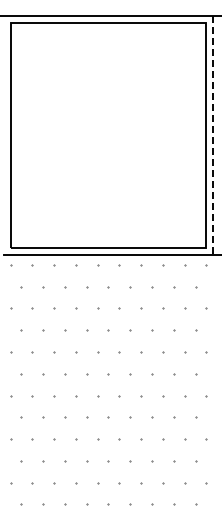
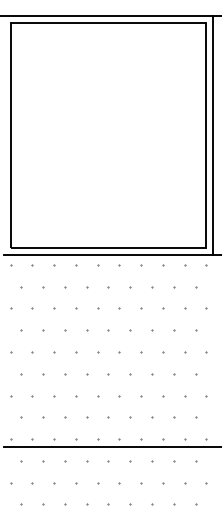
line at (213, 135): dashed -> solid
line at (111, 446): none -> present
